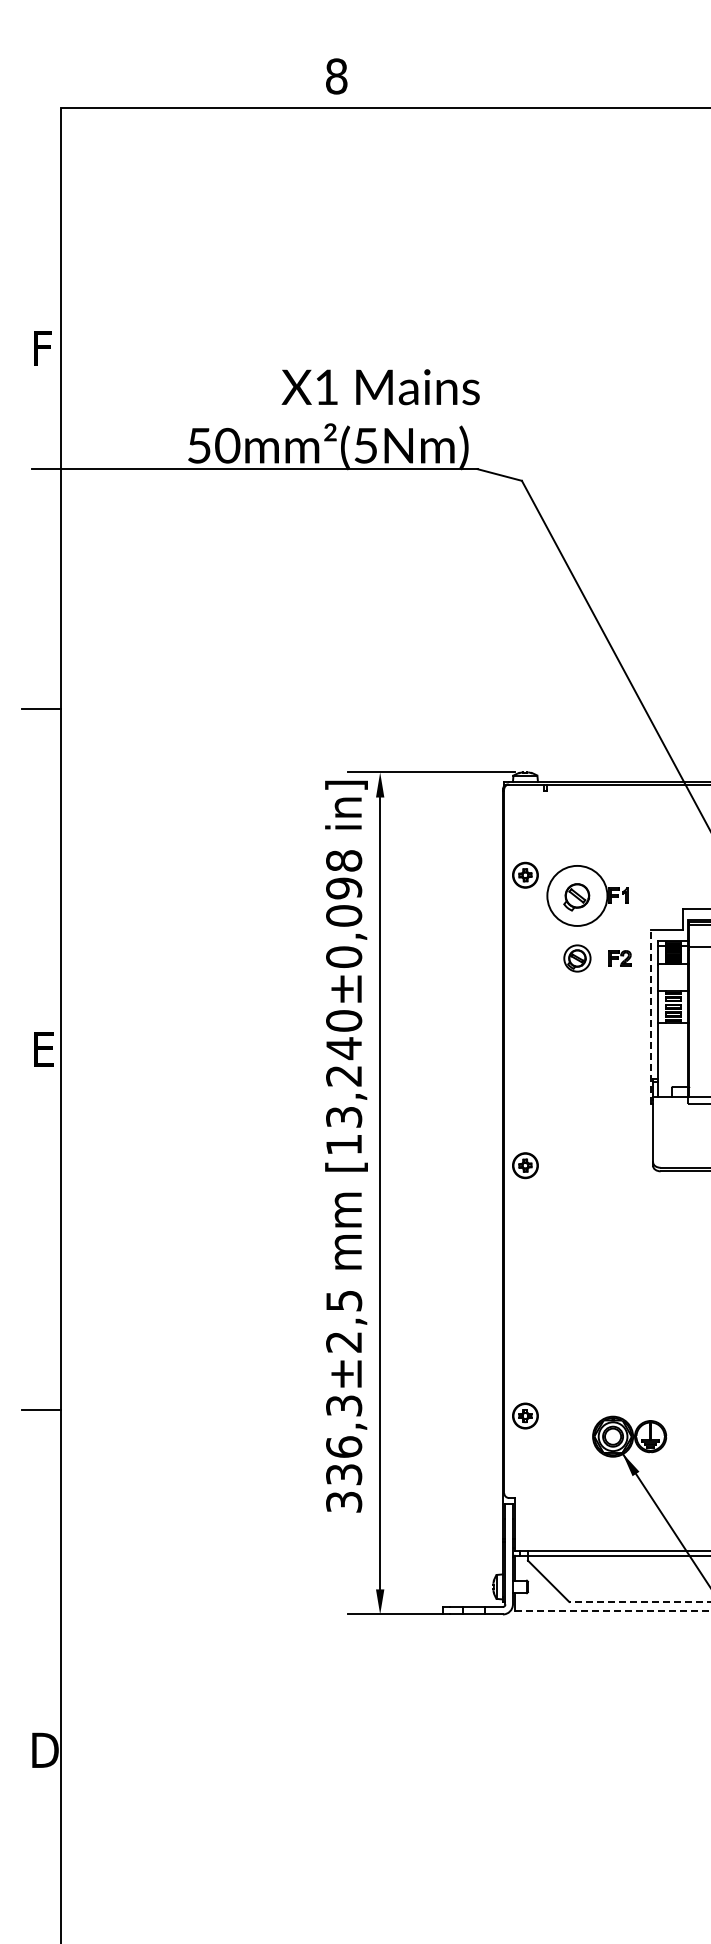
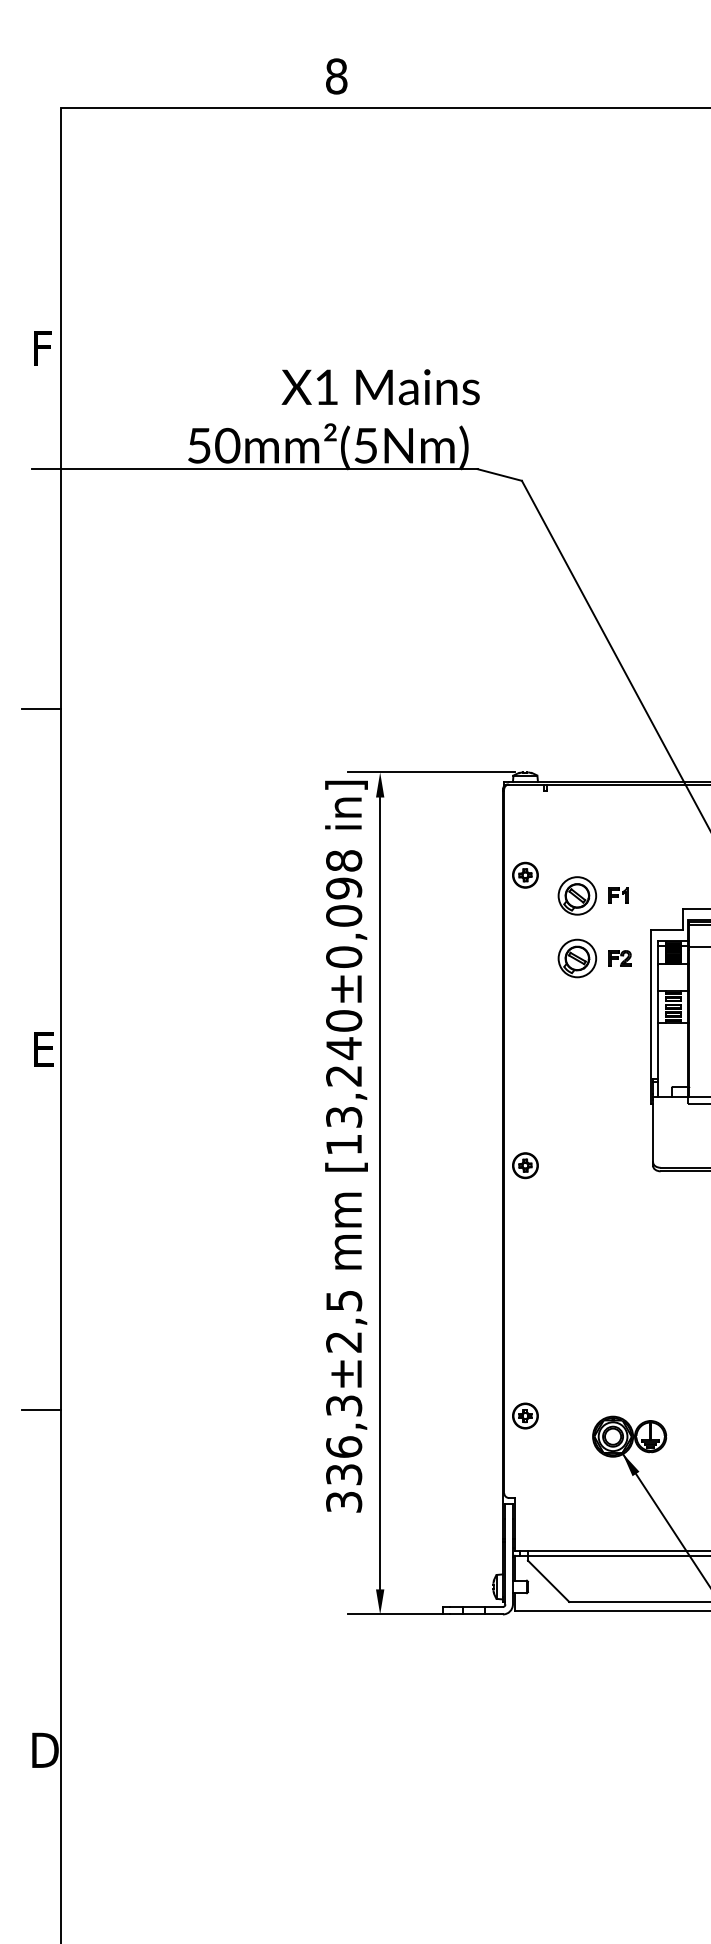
circle at (577, 895) diameter: 60 px -> 38 px
part at (577, 958) size: 29x29 px -> 41x41 px
line at (650, 1016): dashed -> solid
line at (639, 1601): dashed -> solid
line at (612, 1610): dashed -> solid
